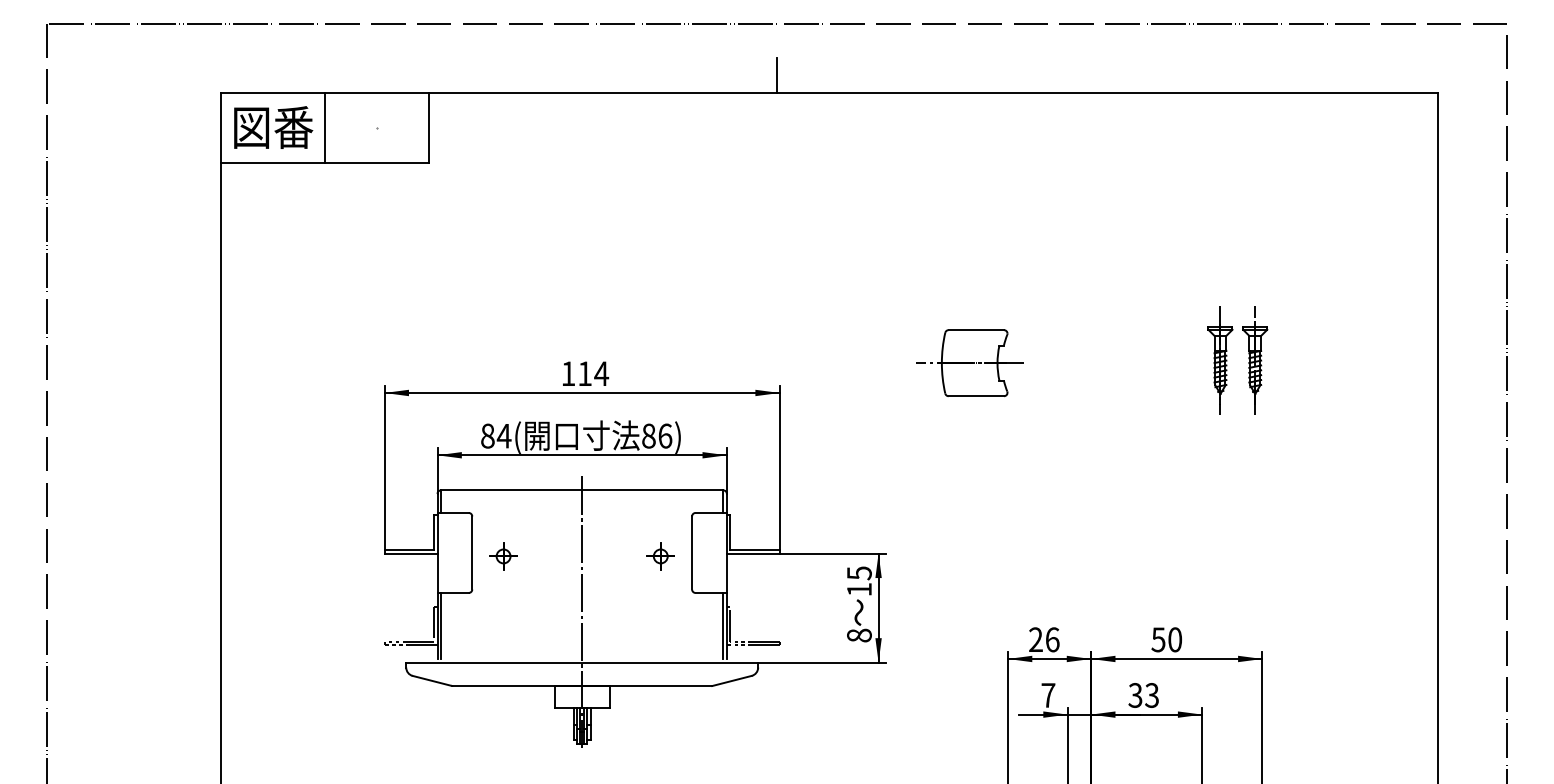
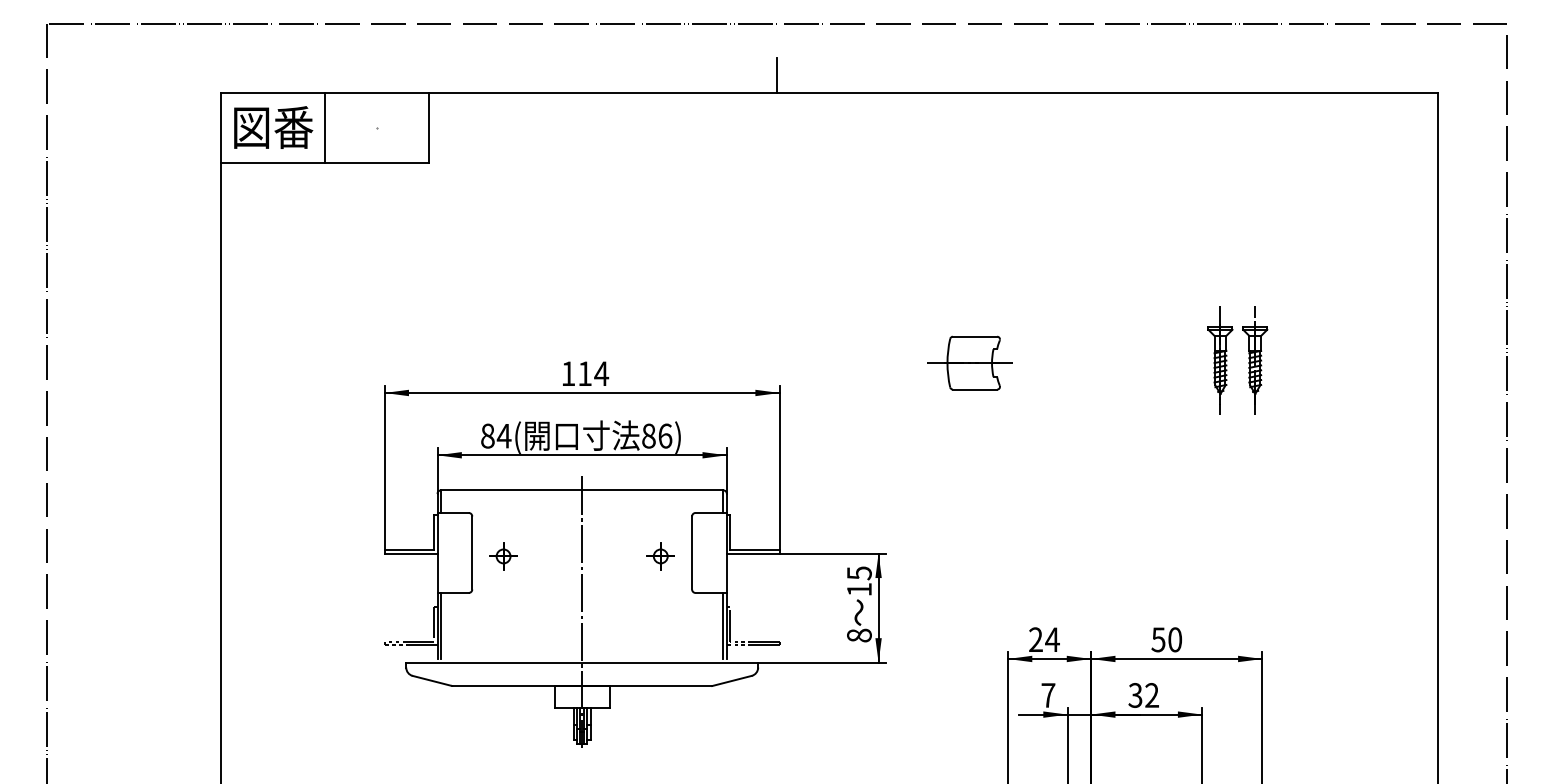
part at (969, 363) size: 108x69 px -> 86x56 px
text at (1052, 639): 26 -> 24
text at (1151, 695): 33 -> 32
